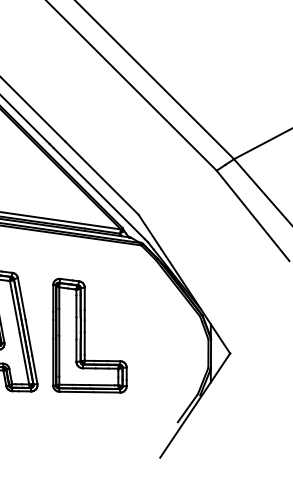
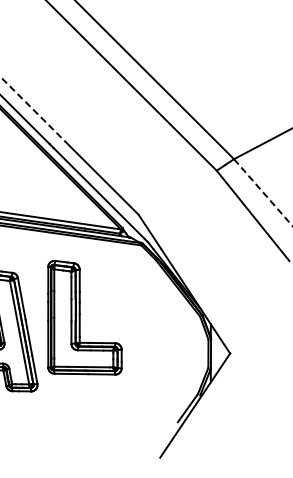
line at (32, 109): solid -> dashed
line at (263, 192): solid -> dashed
part at (89, 335) position: (89, 335) -> (84, 317)
